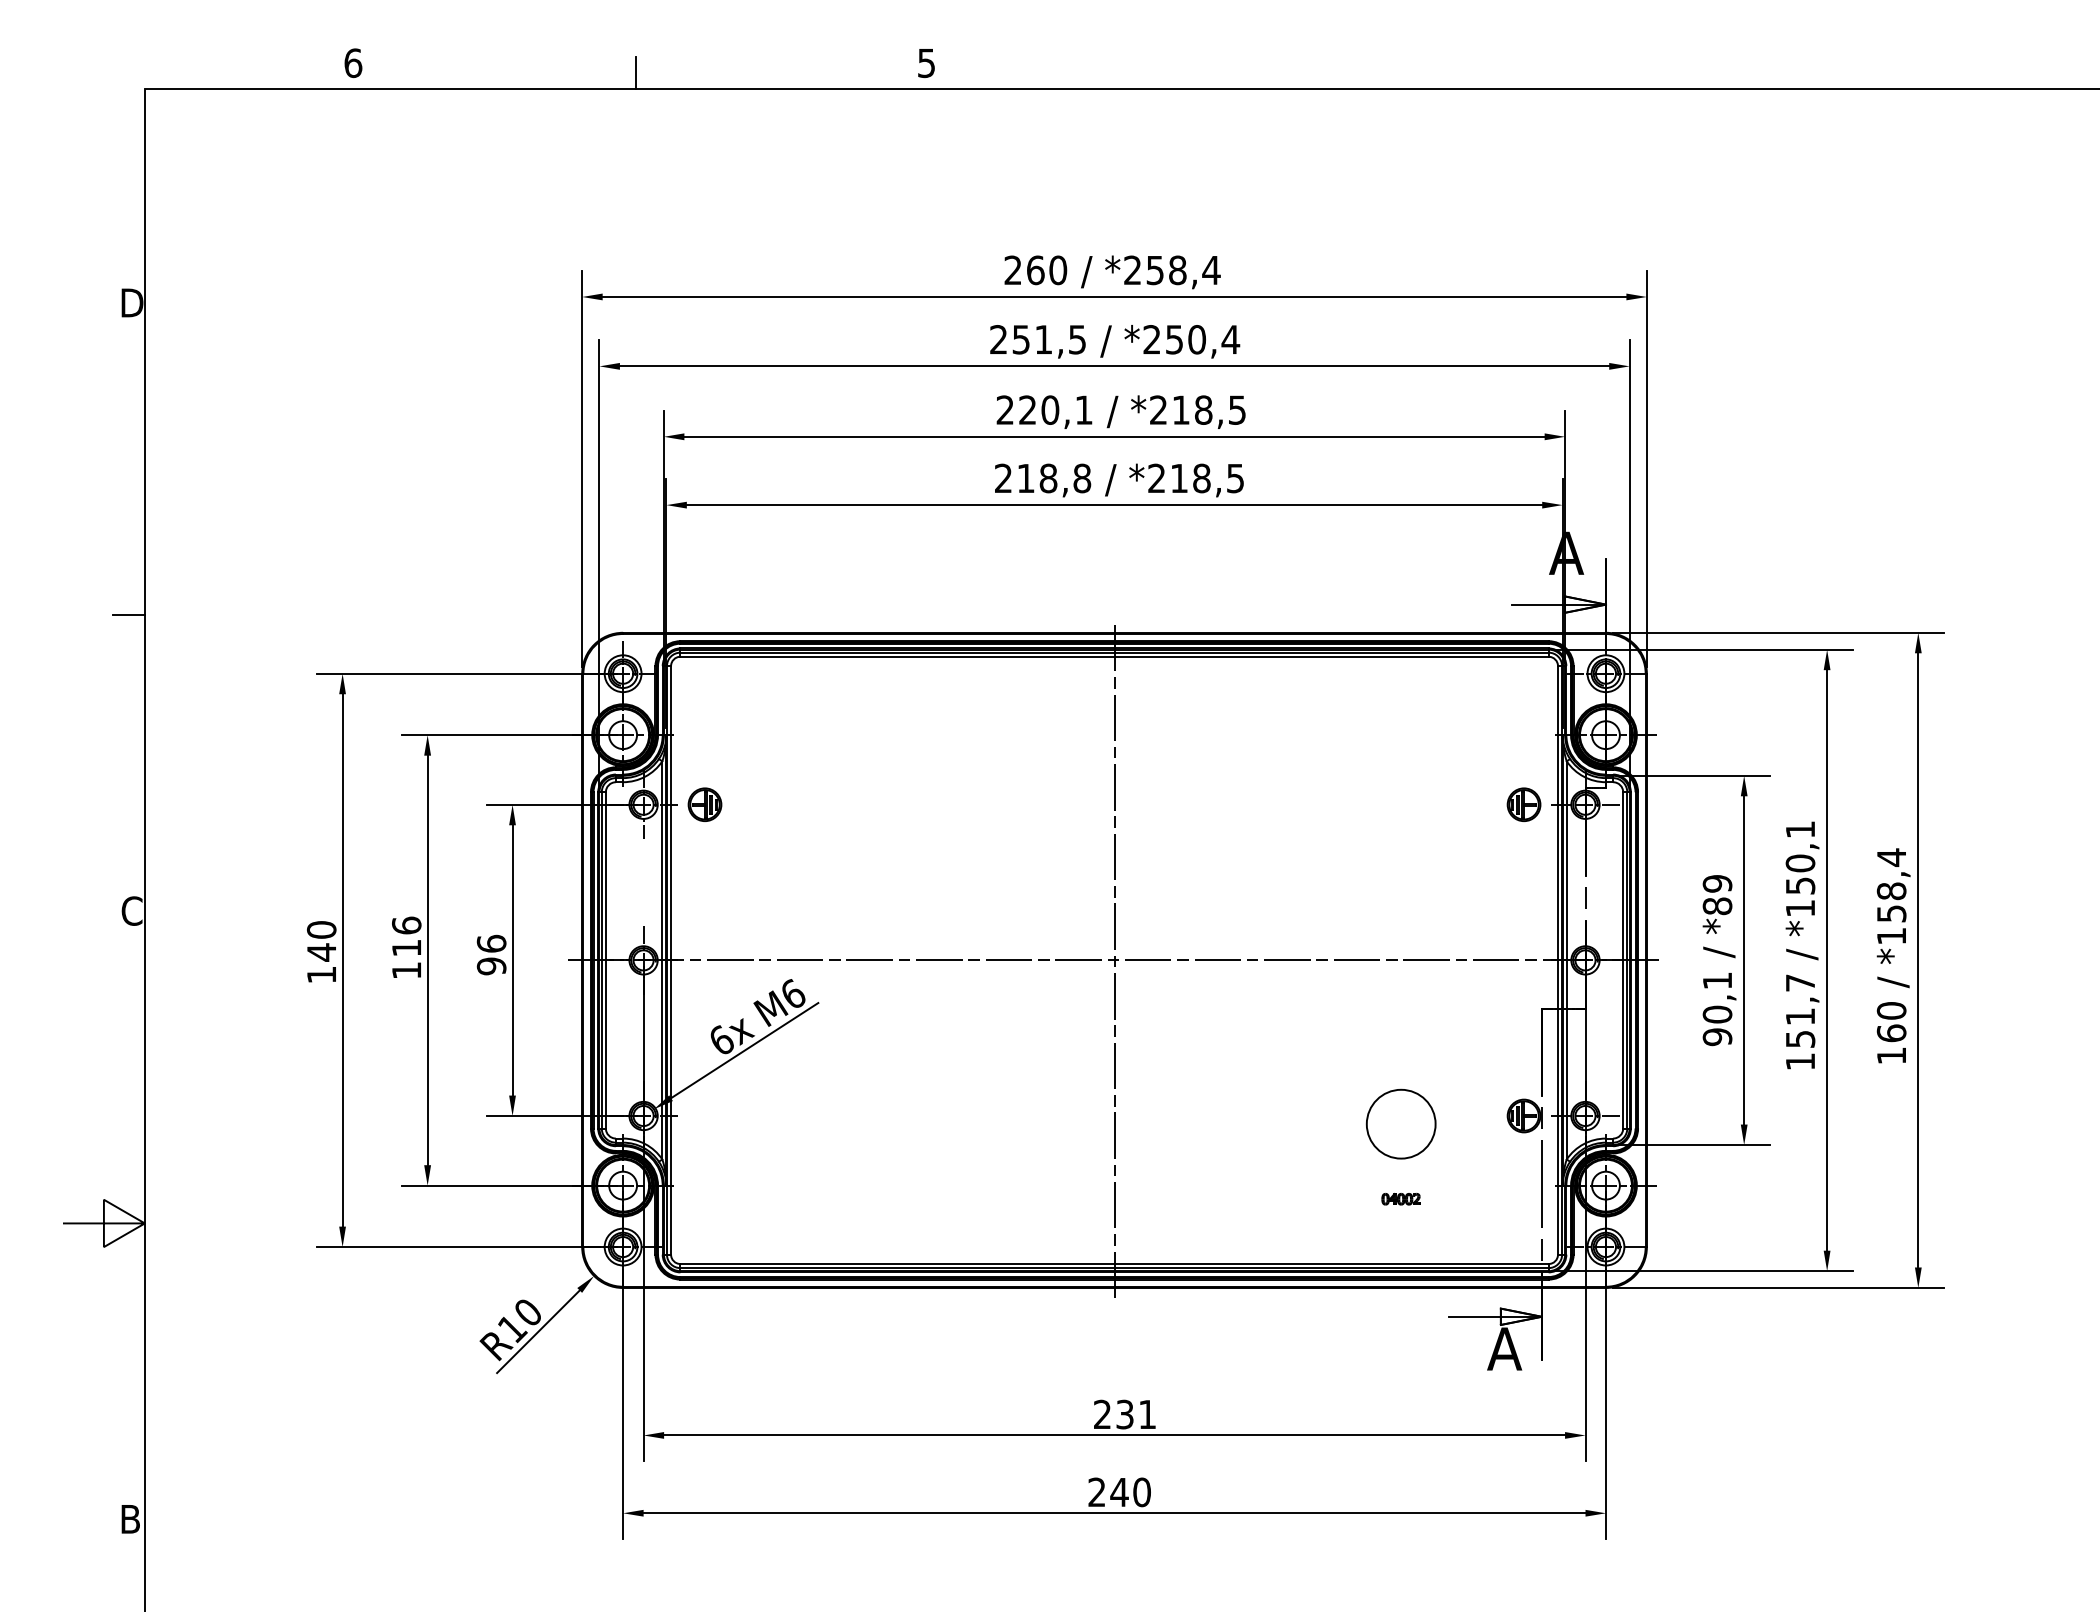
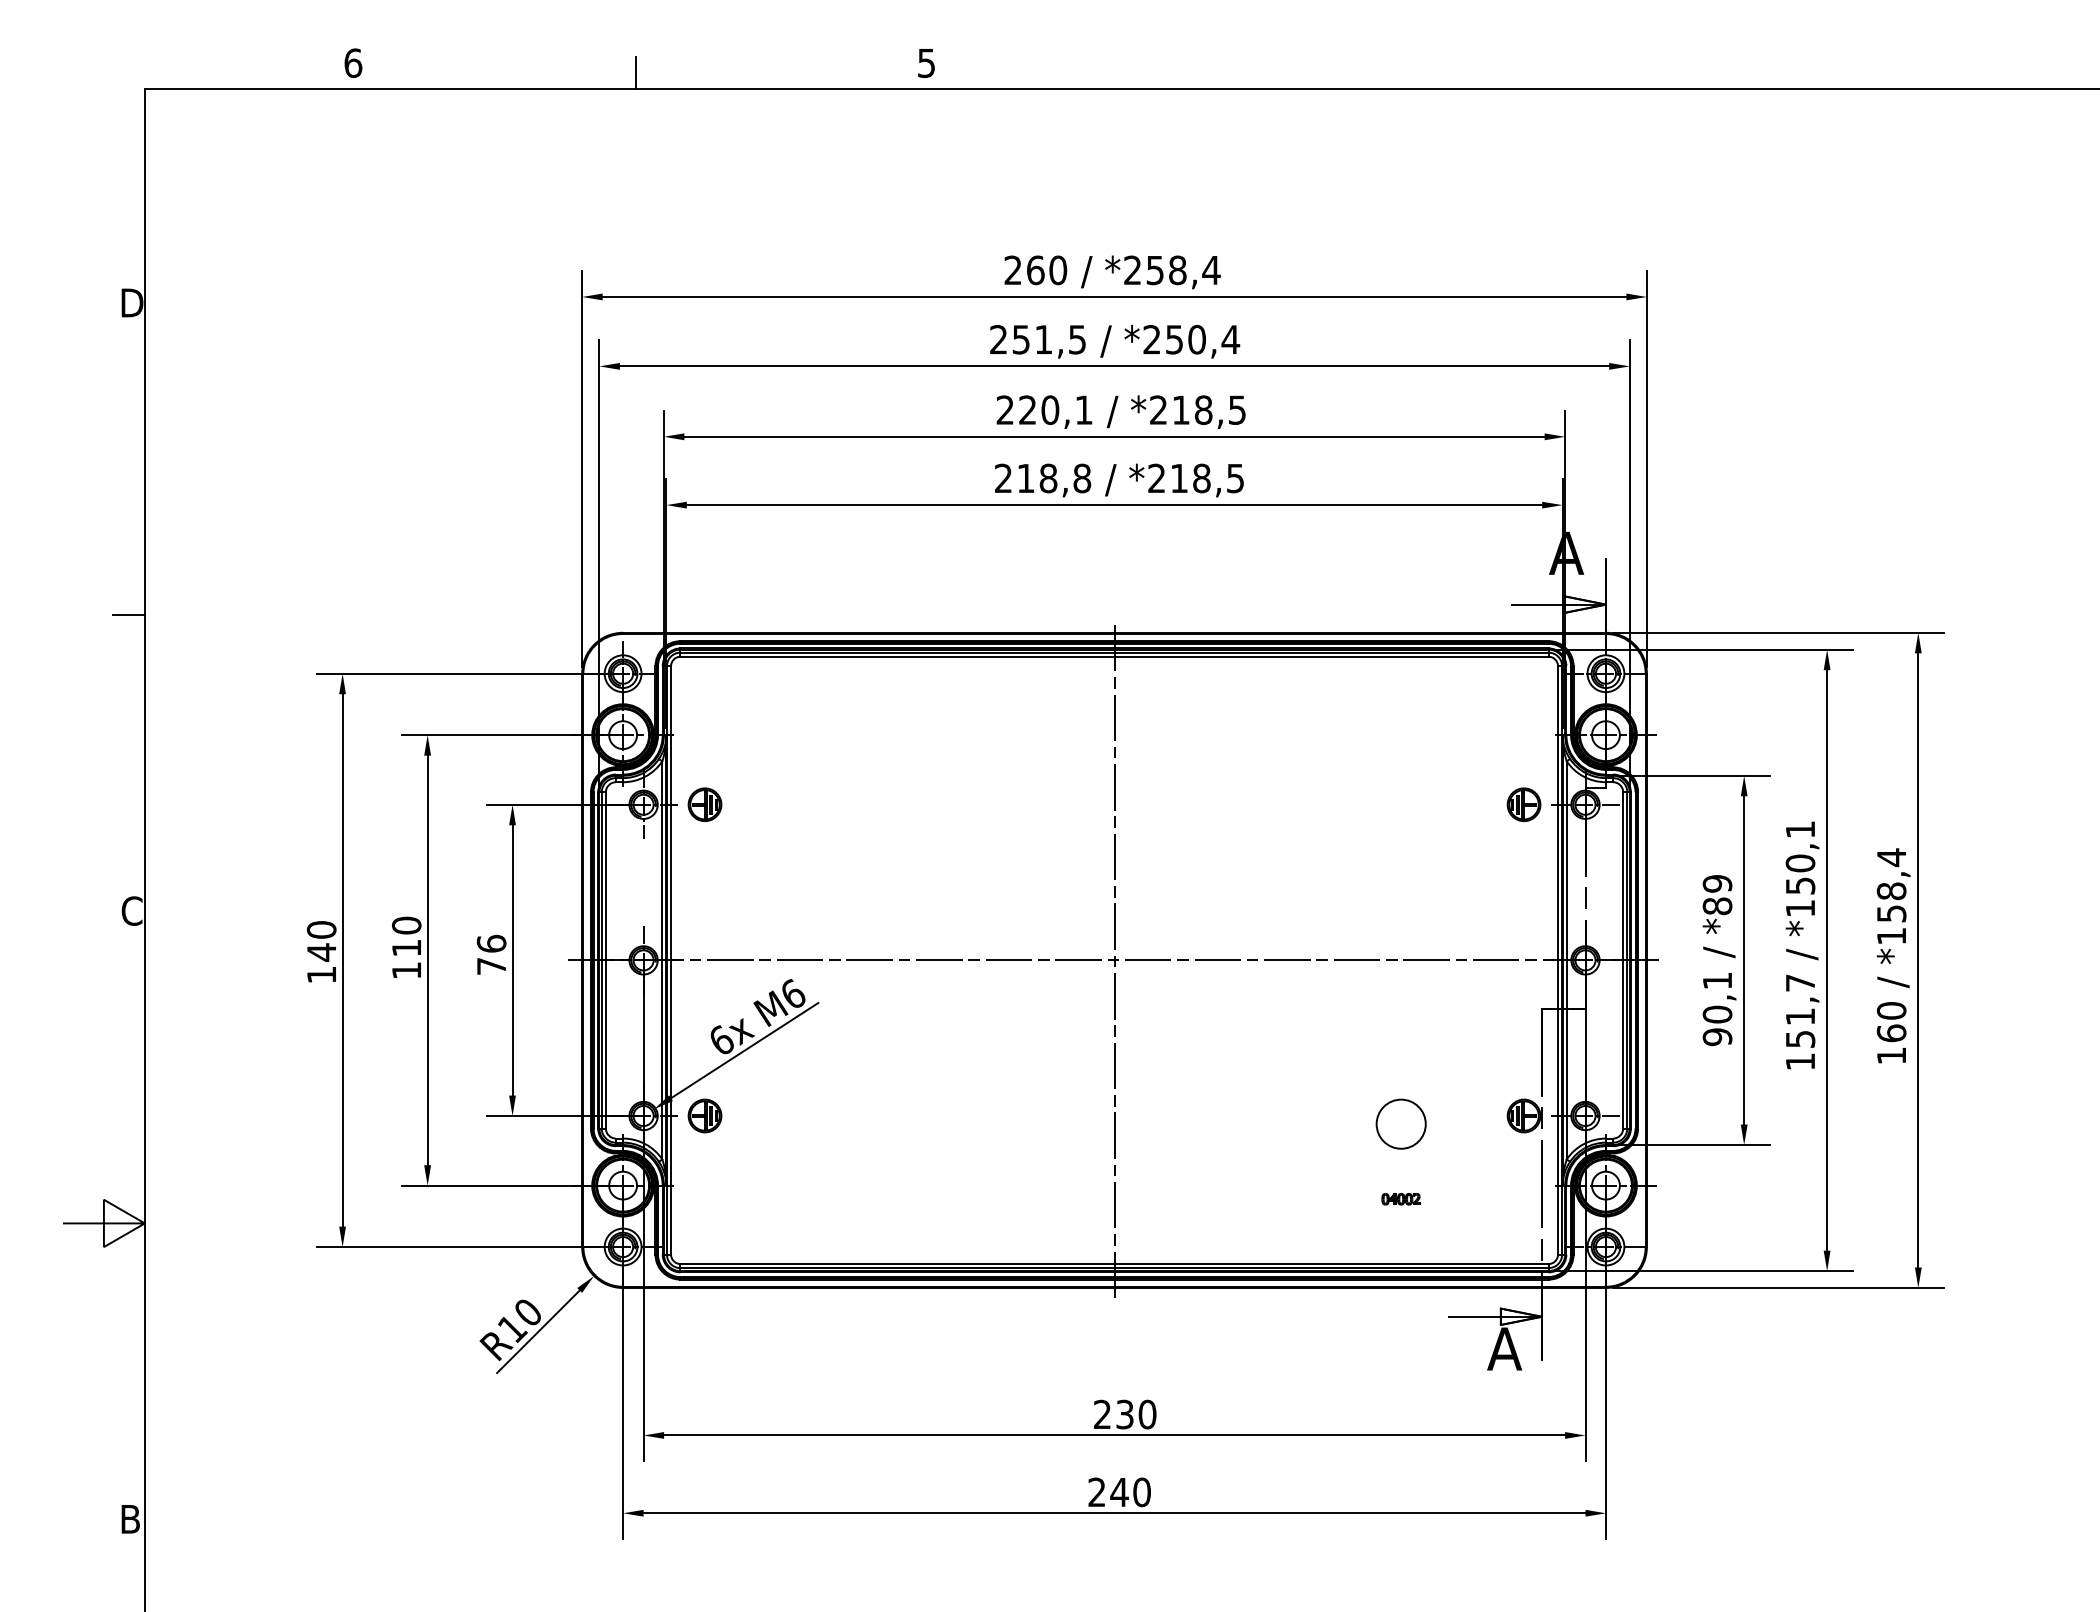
text at (406, 925): 116 -> 110
text at (491, 966): 96 -> 76
part at (704, 1115): none -> present
circle at (1400, 1123) diameter: 69 px -> 49 px
text at (1147, 1414): 231 -> 230
